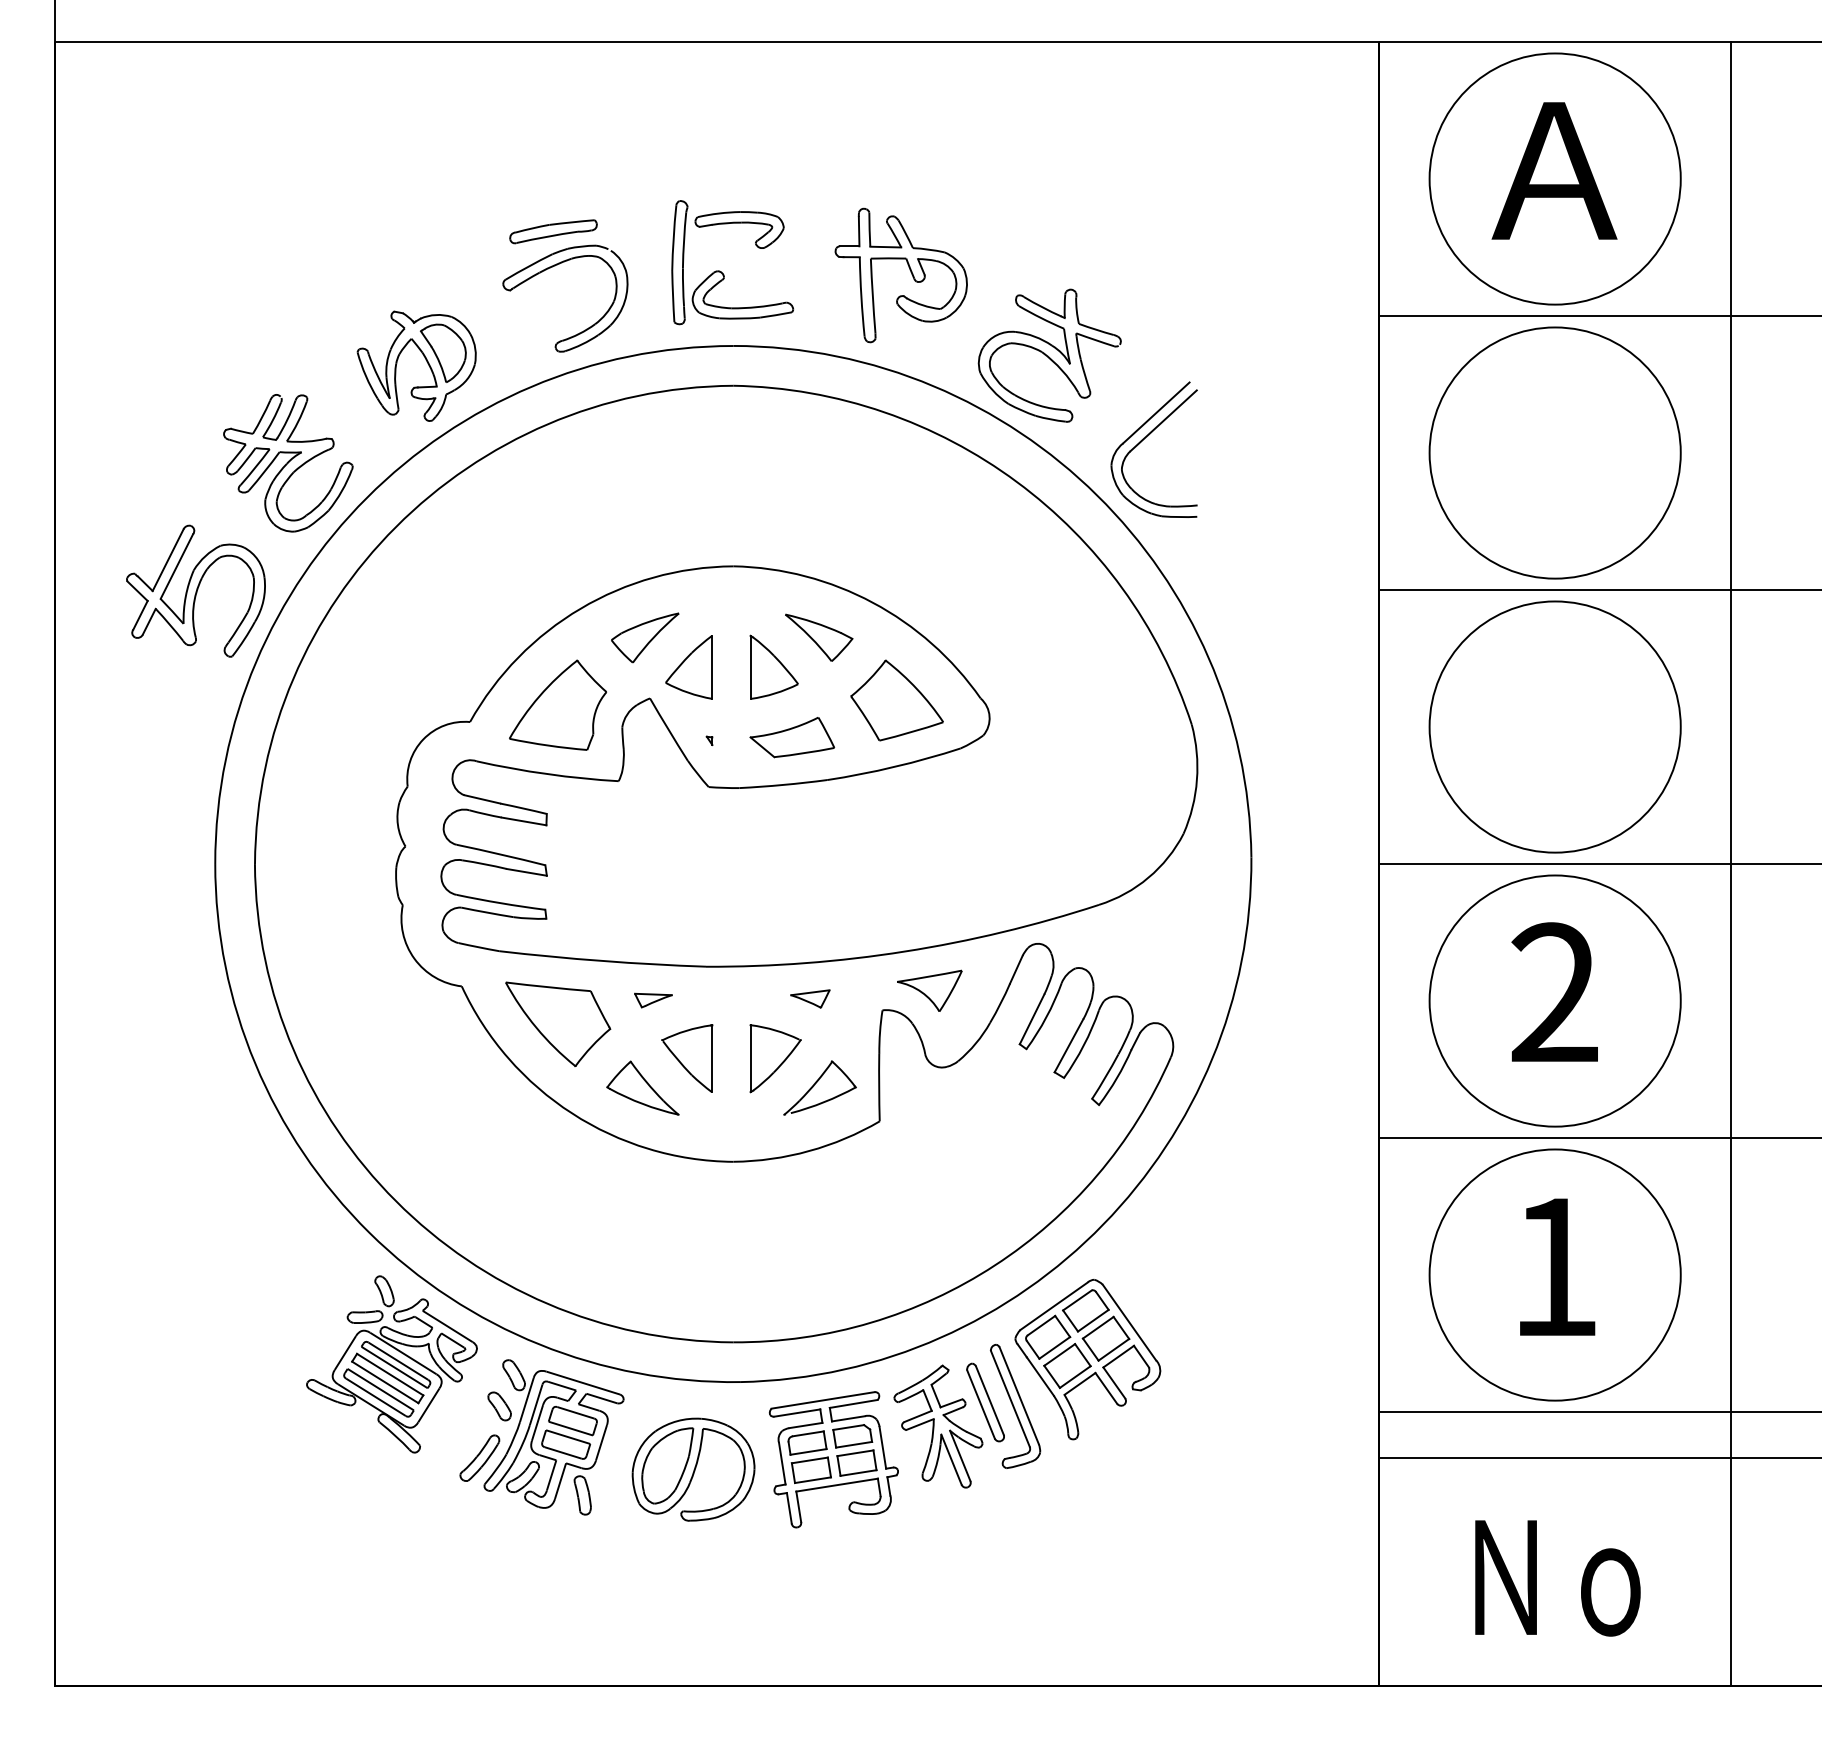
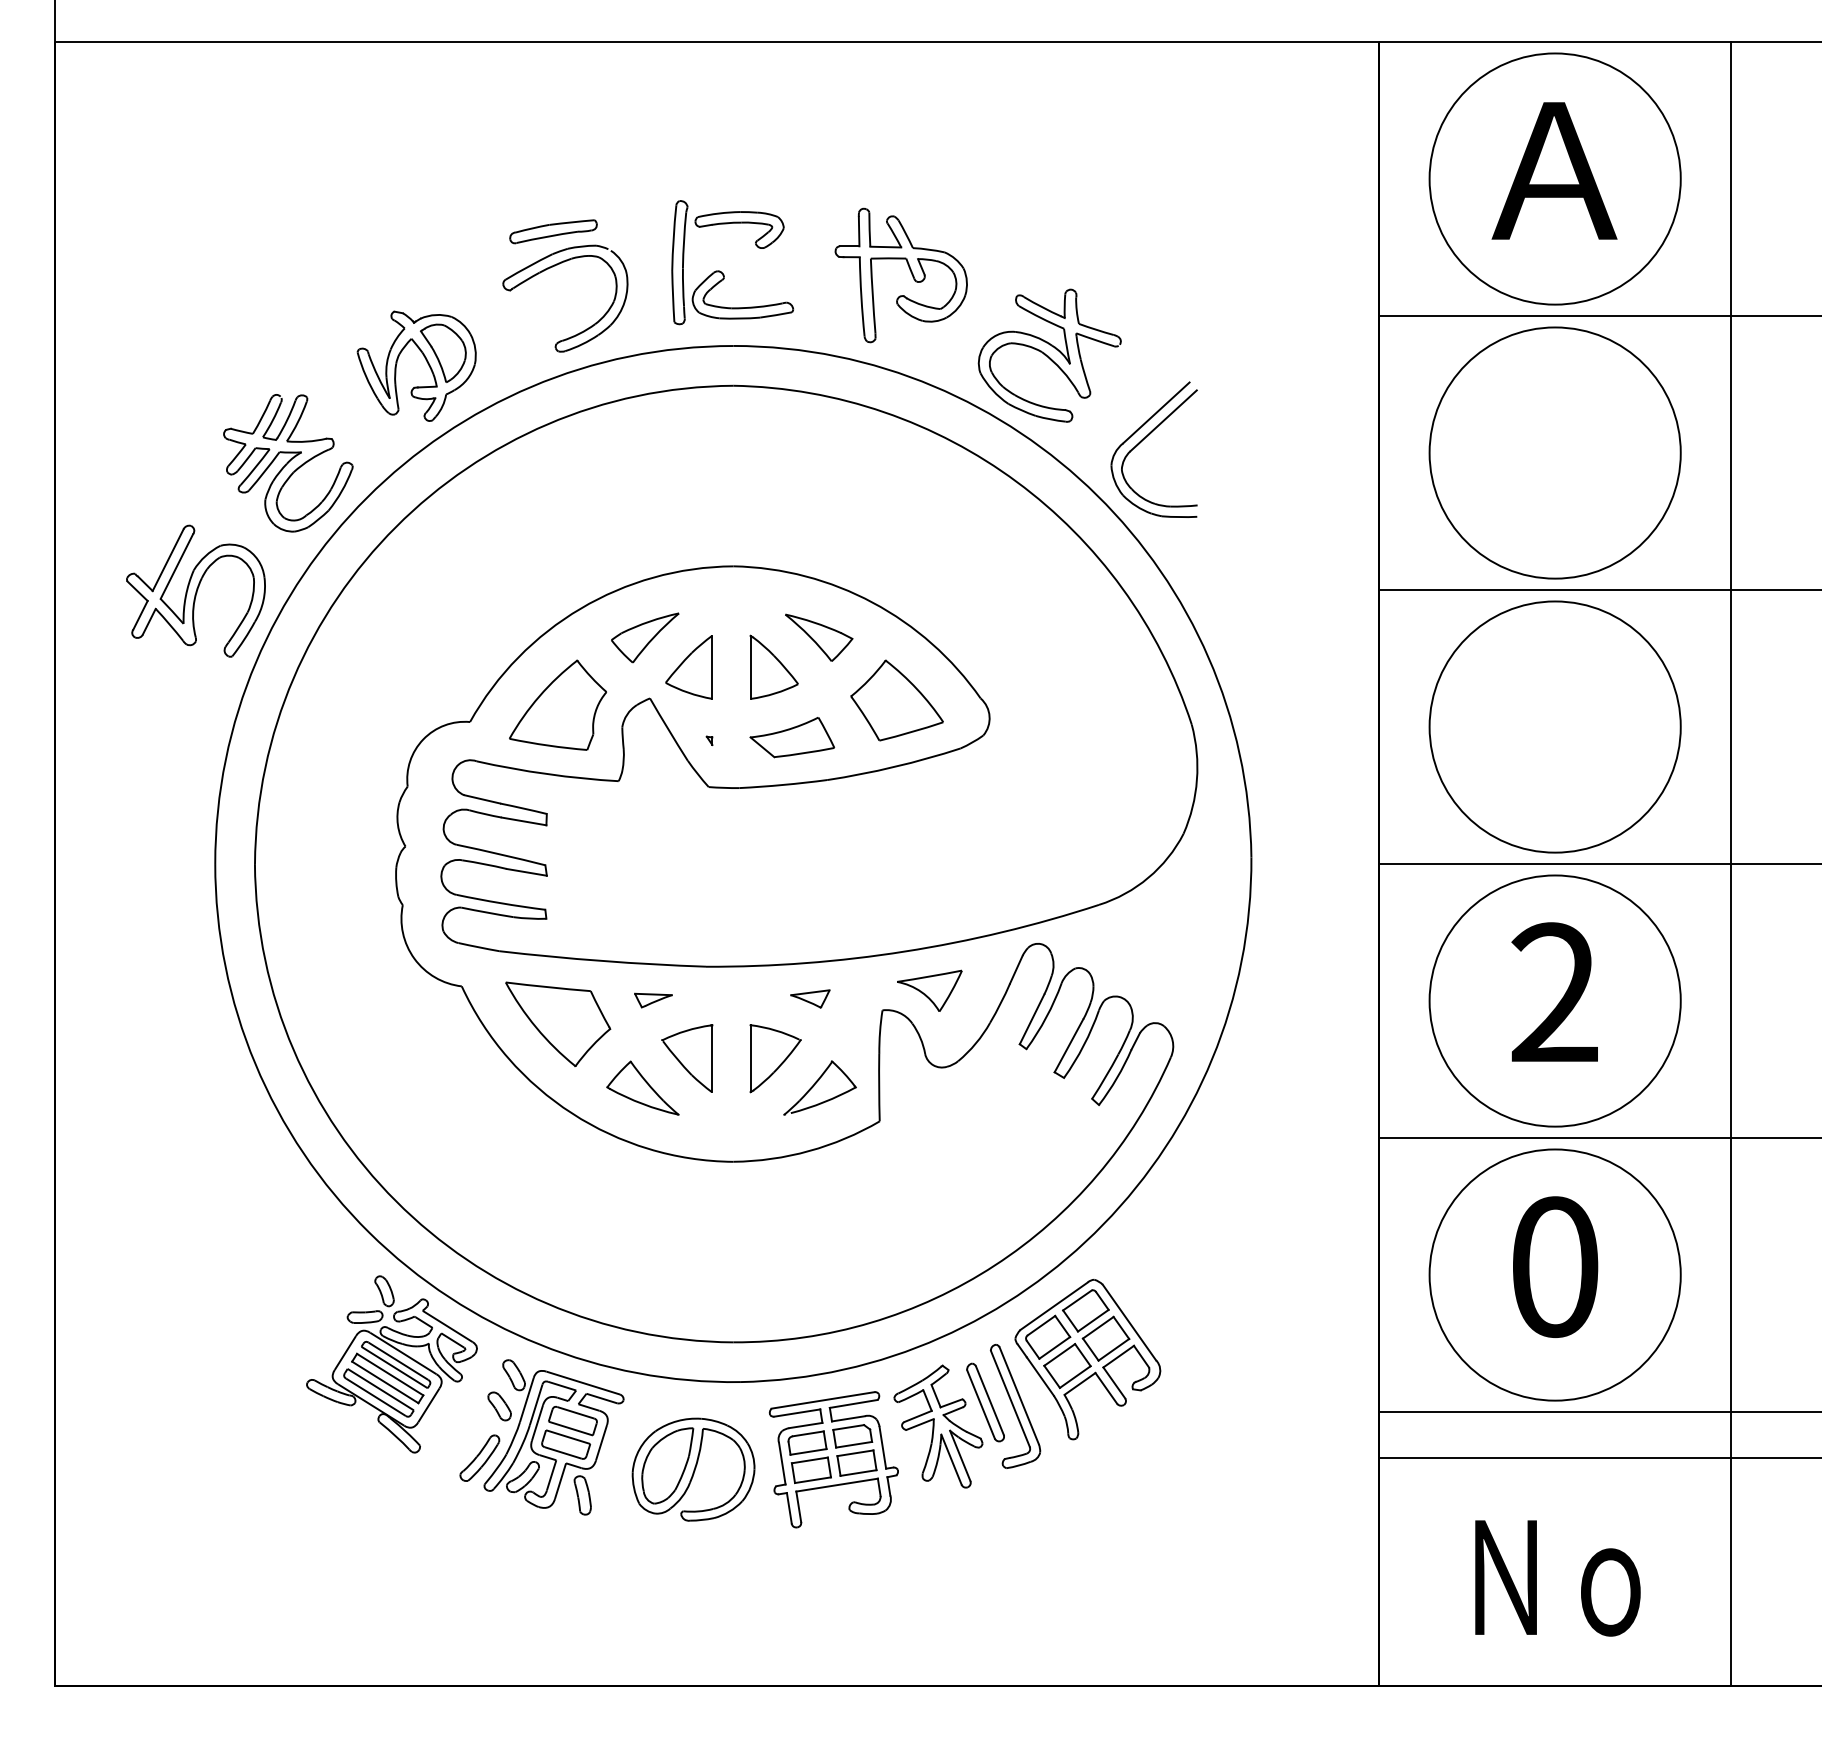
text at (1555, 1267): 1 -> 0
